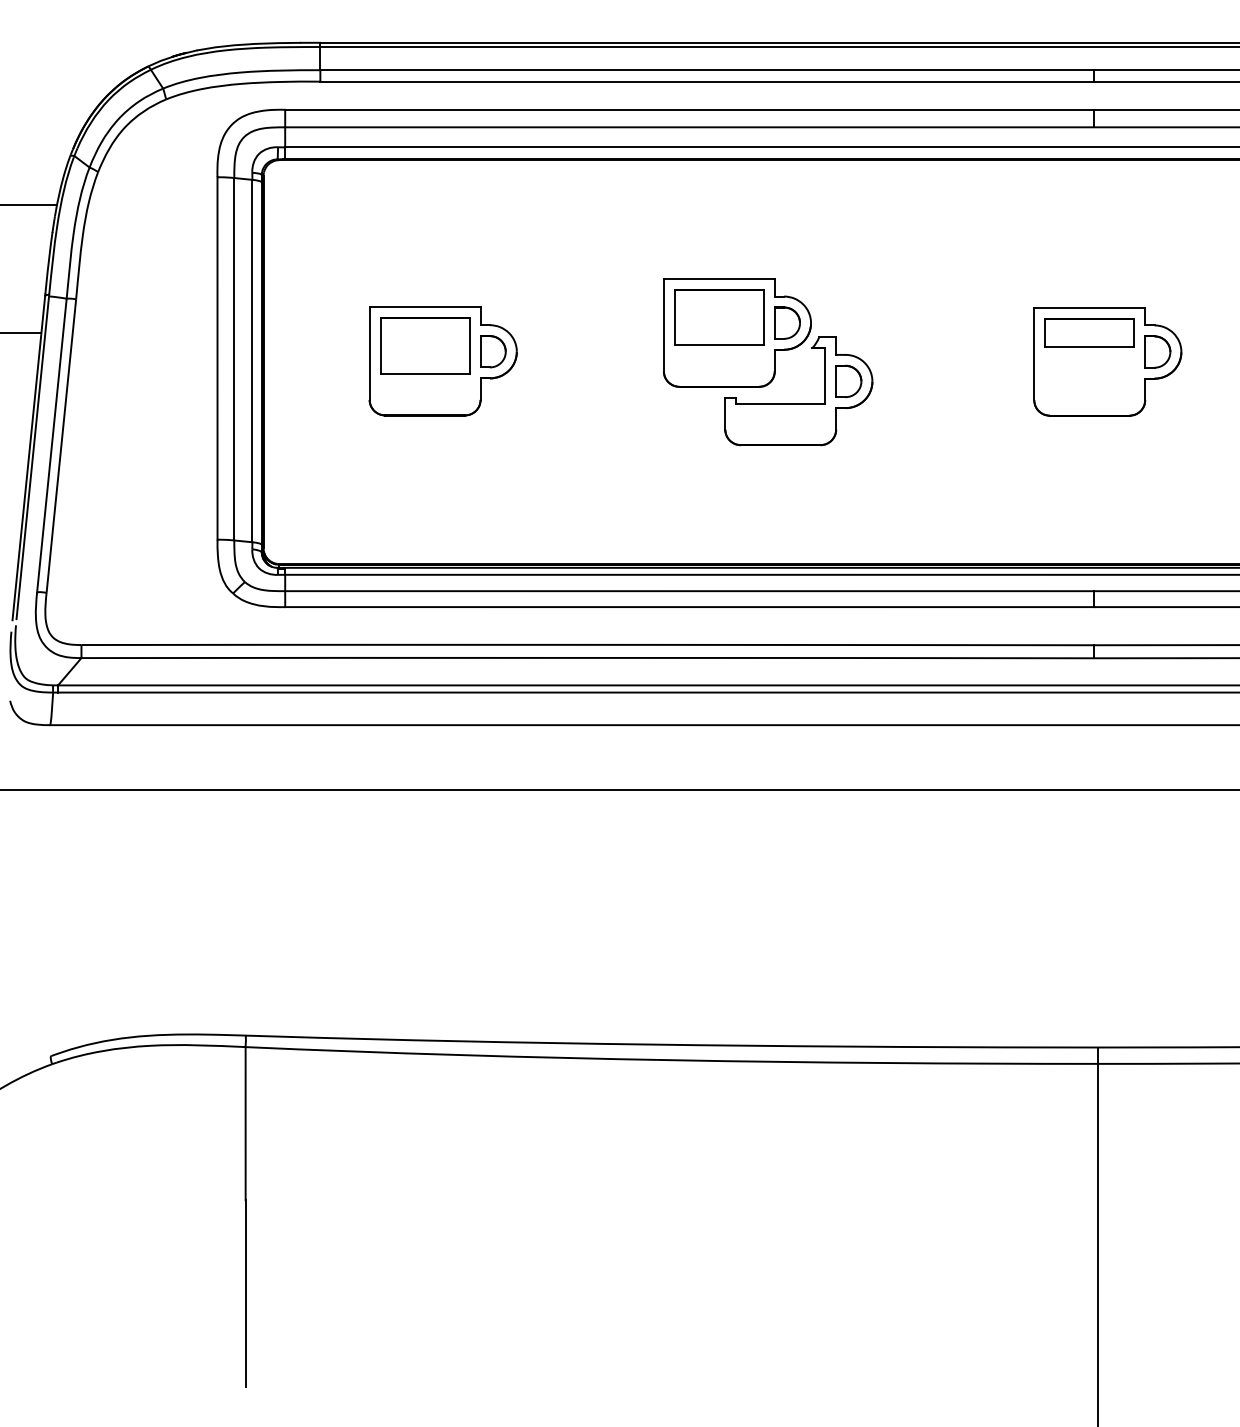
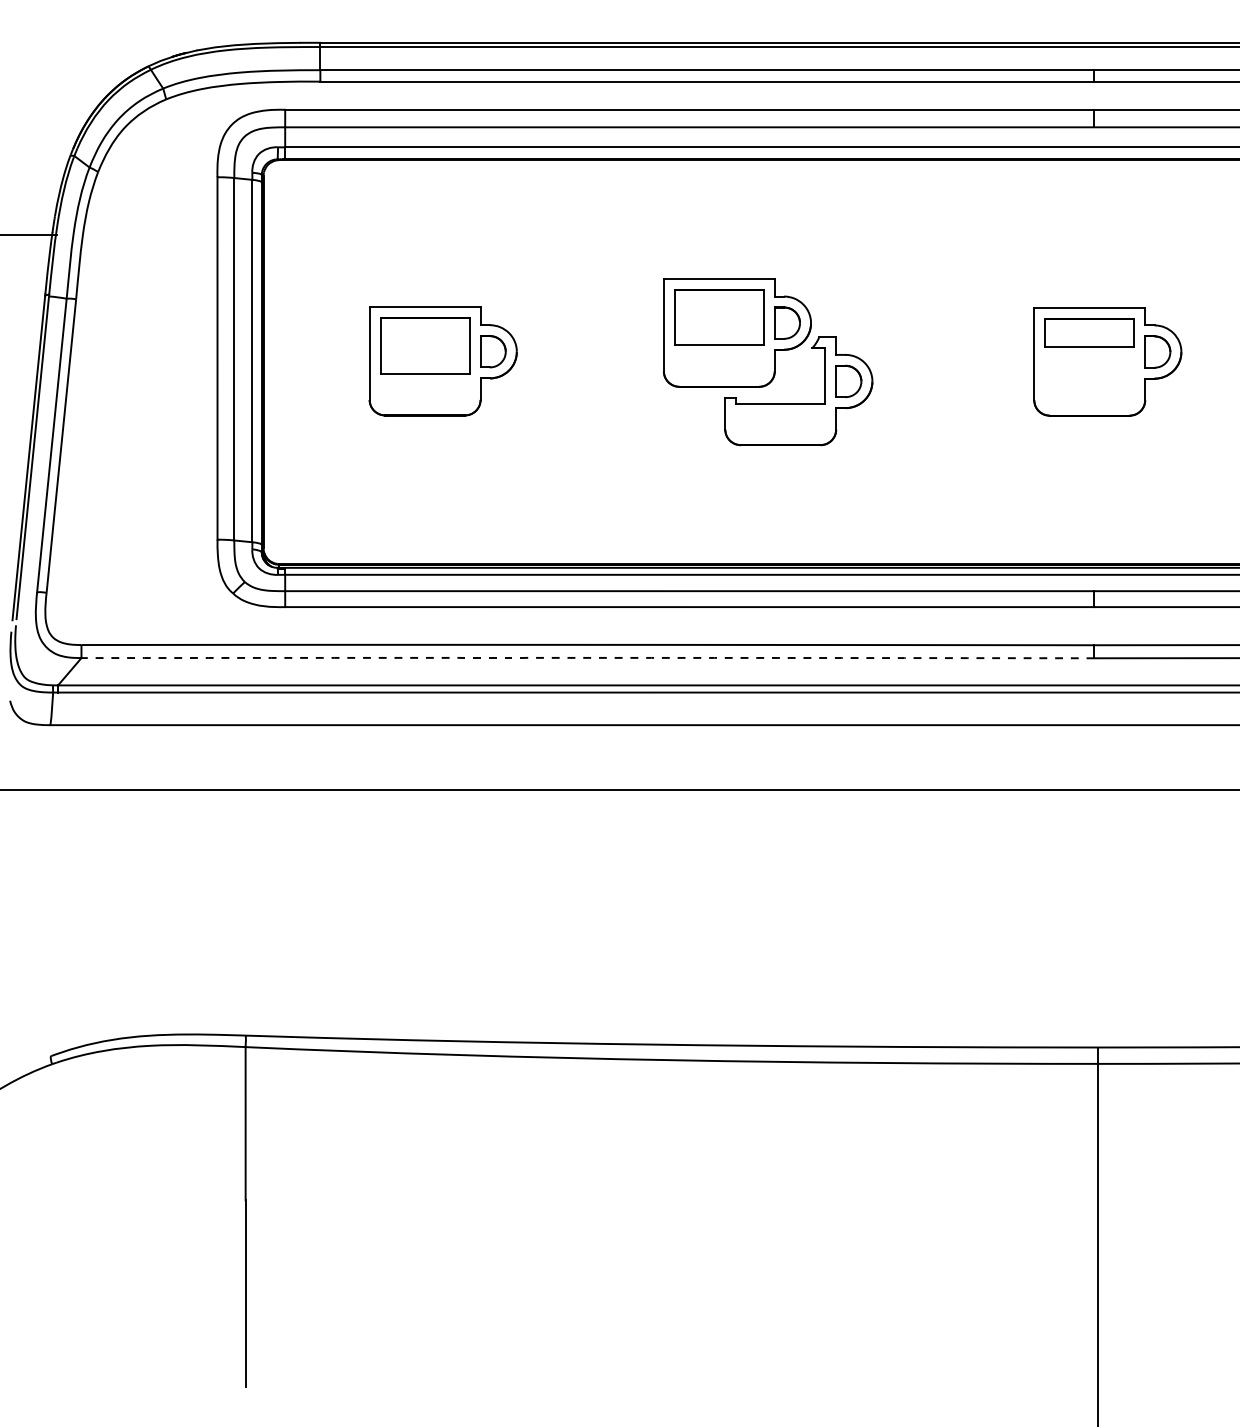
line at (29, 204) position: (29, 204) -> (29, 234)
line at (21, 333): present -> none
arc at (587, 657): solid -> dashed
